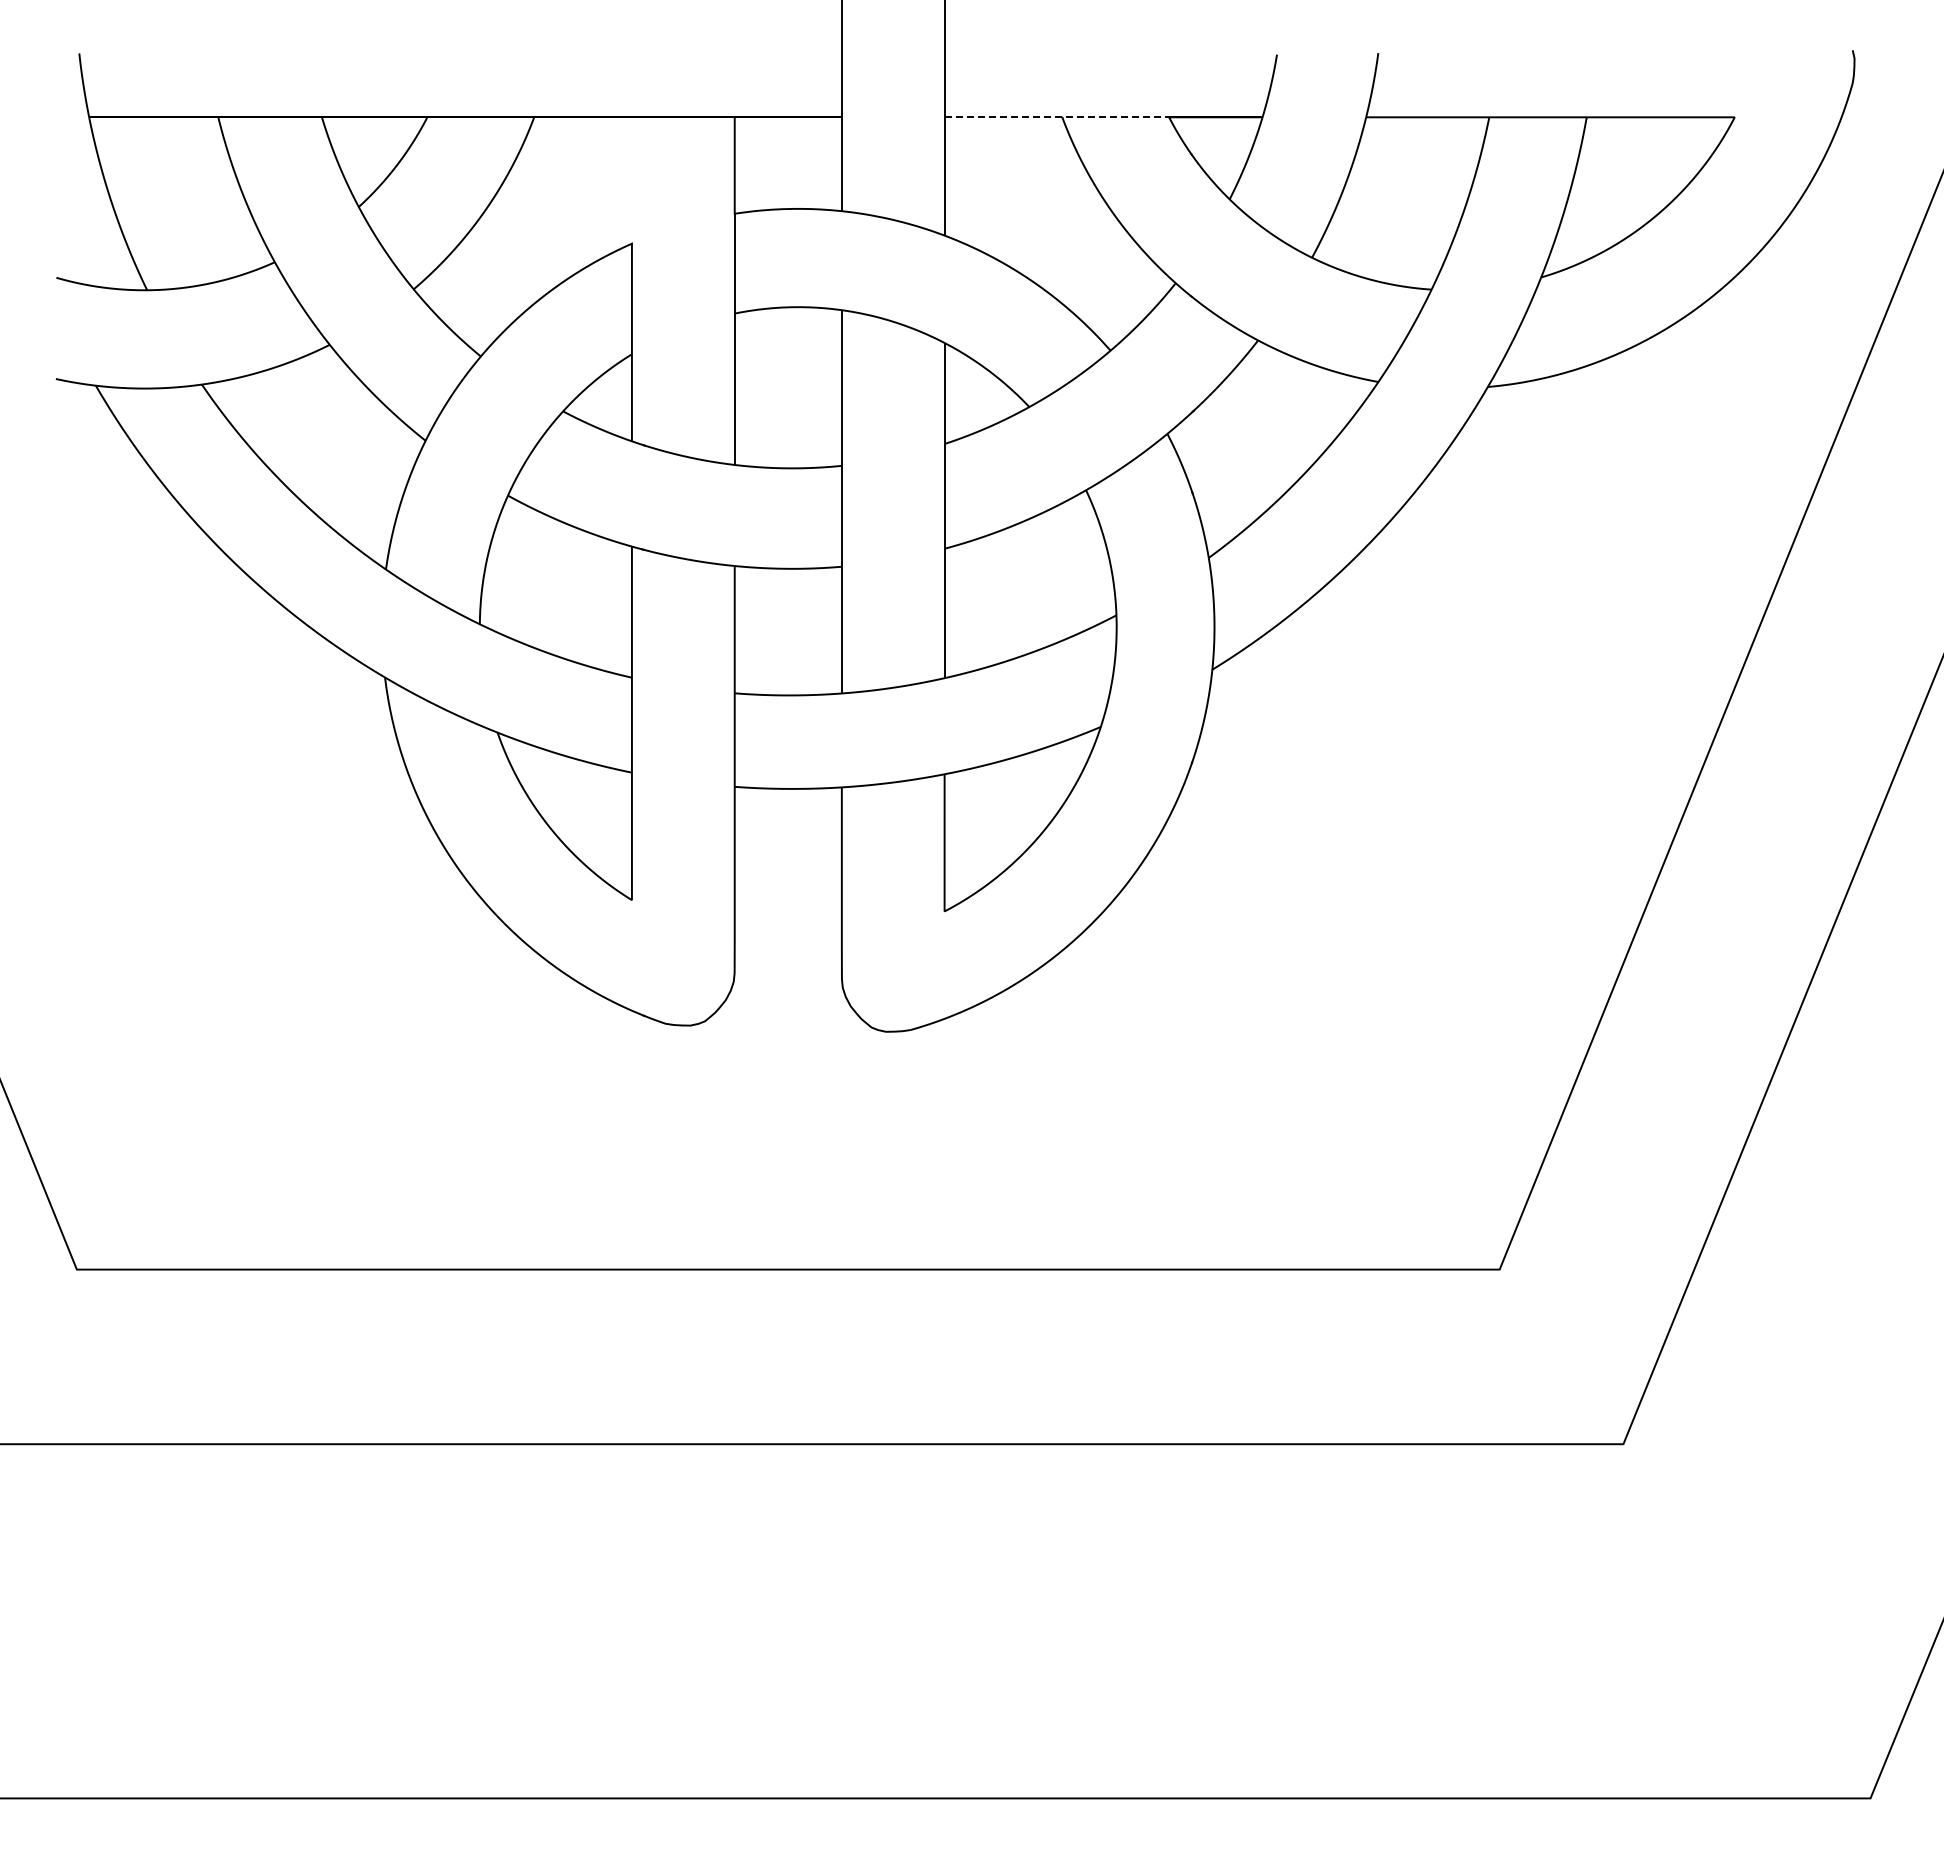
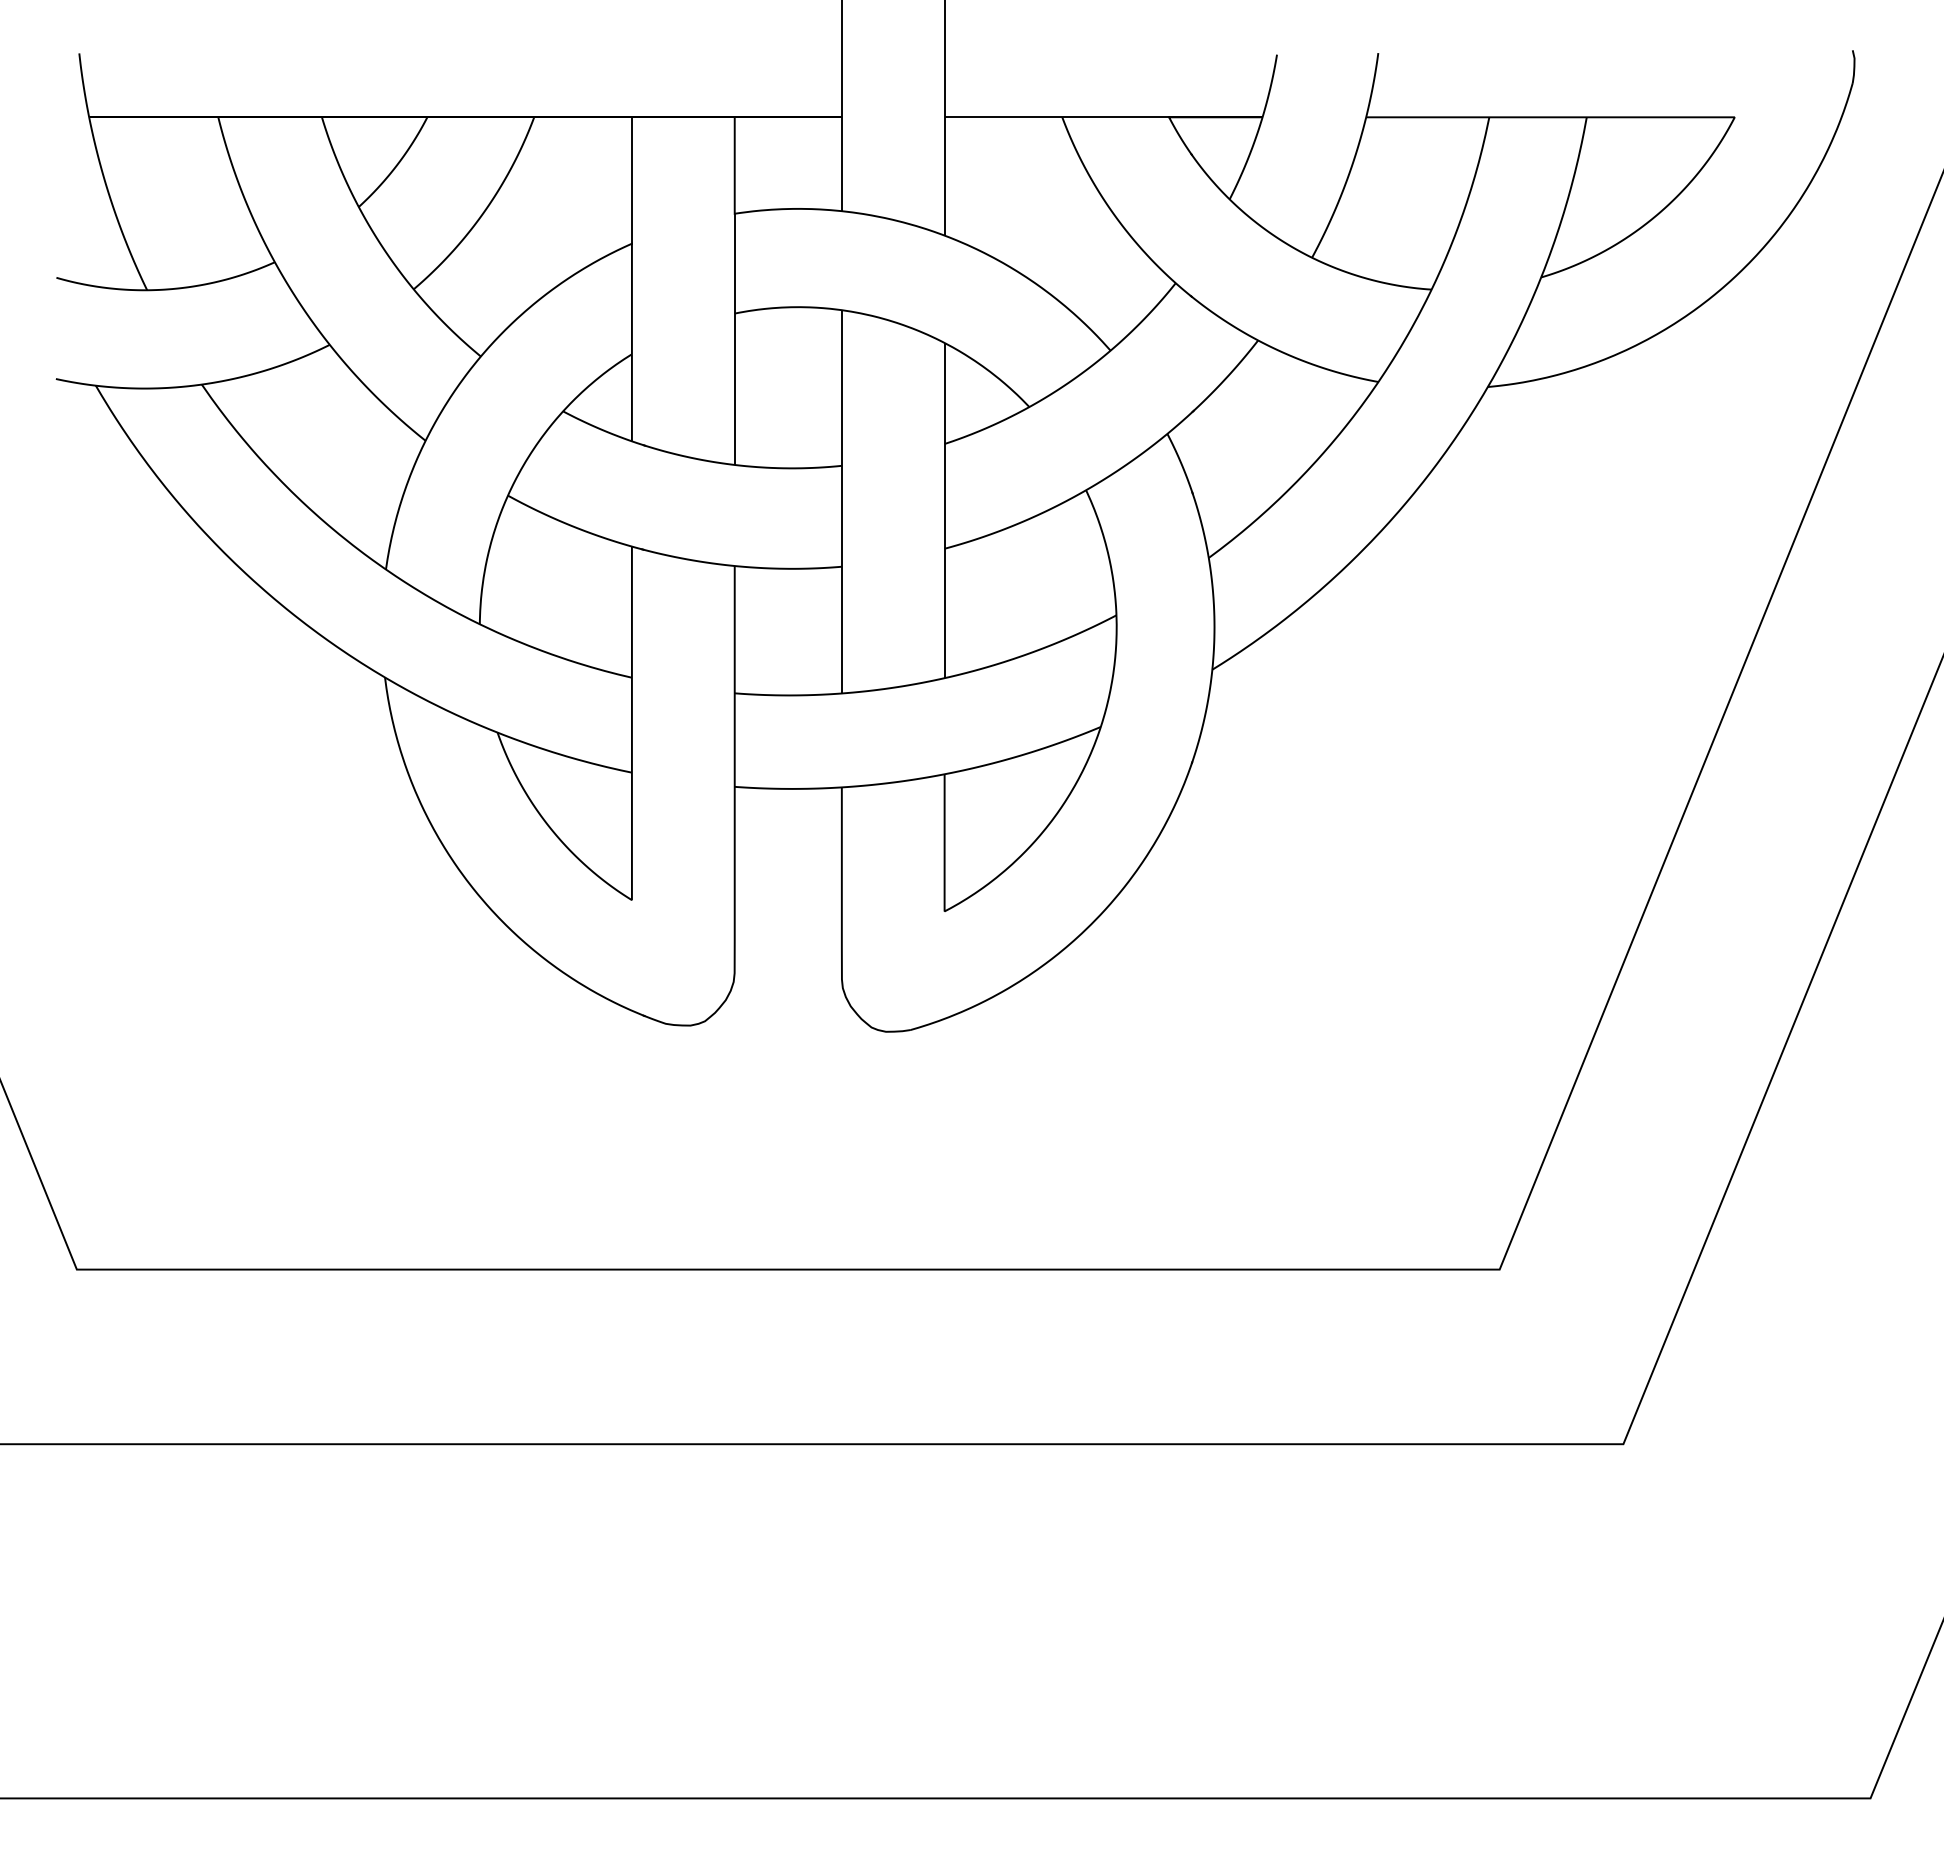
line at (1058, 117): dashed -> solid
line at (631, 180): none -> present
